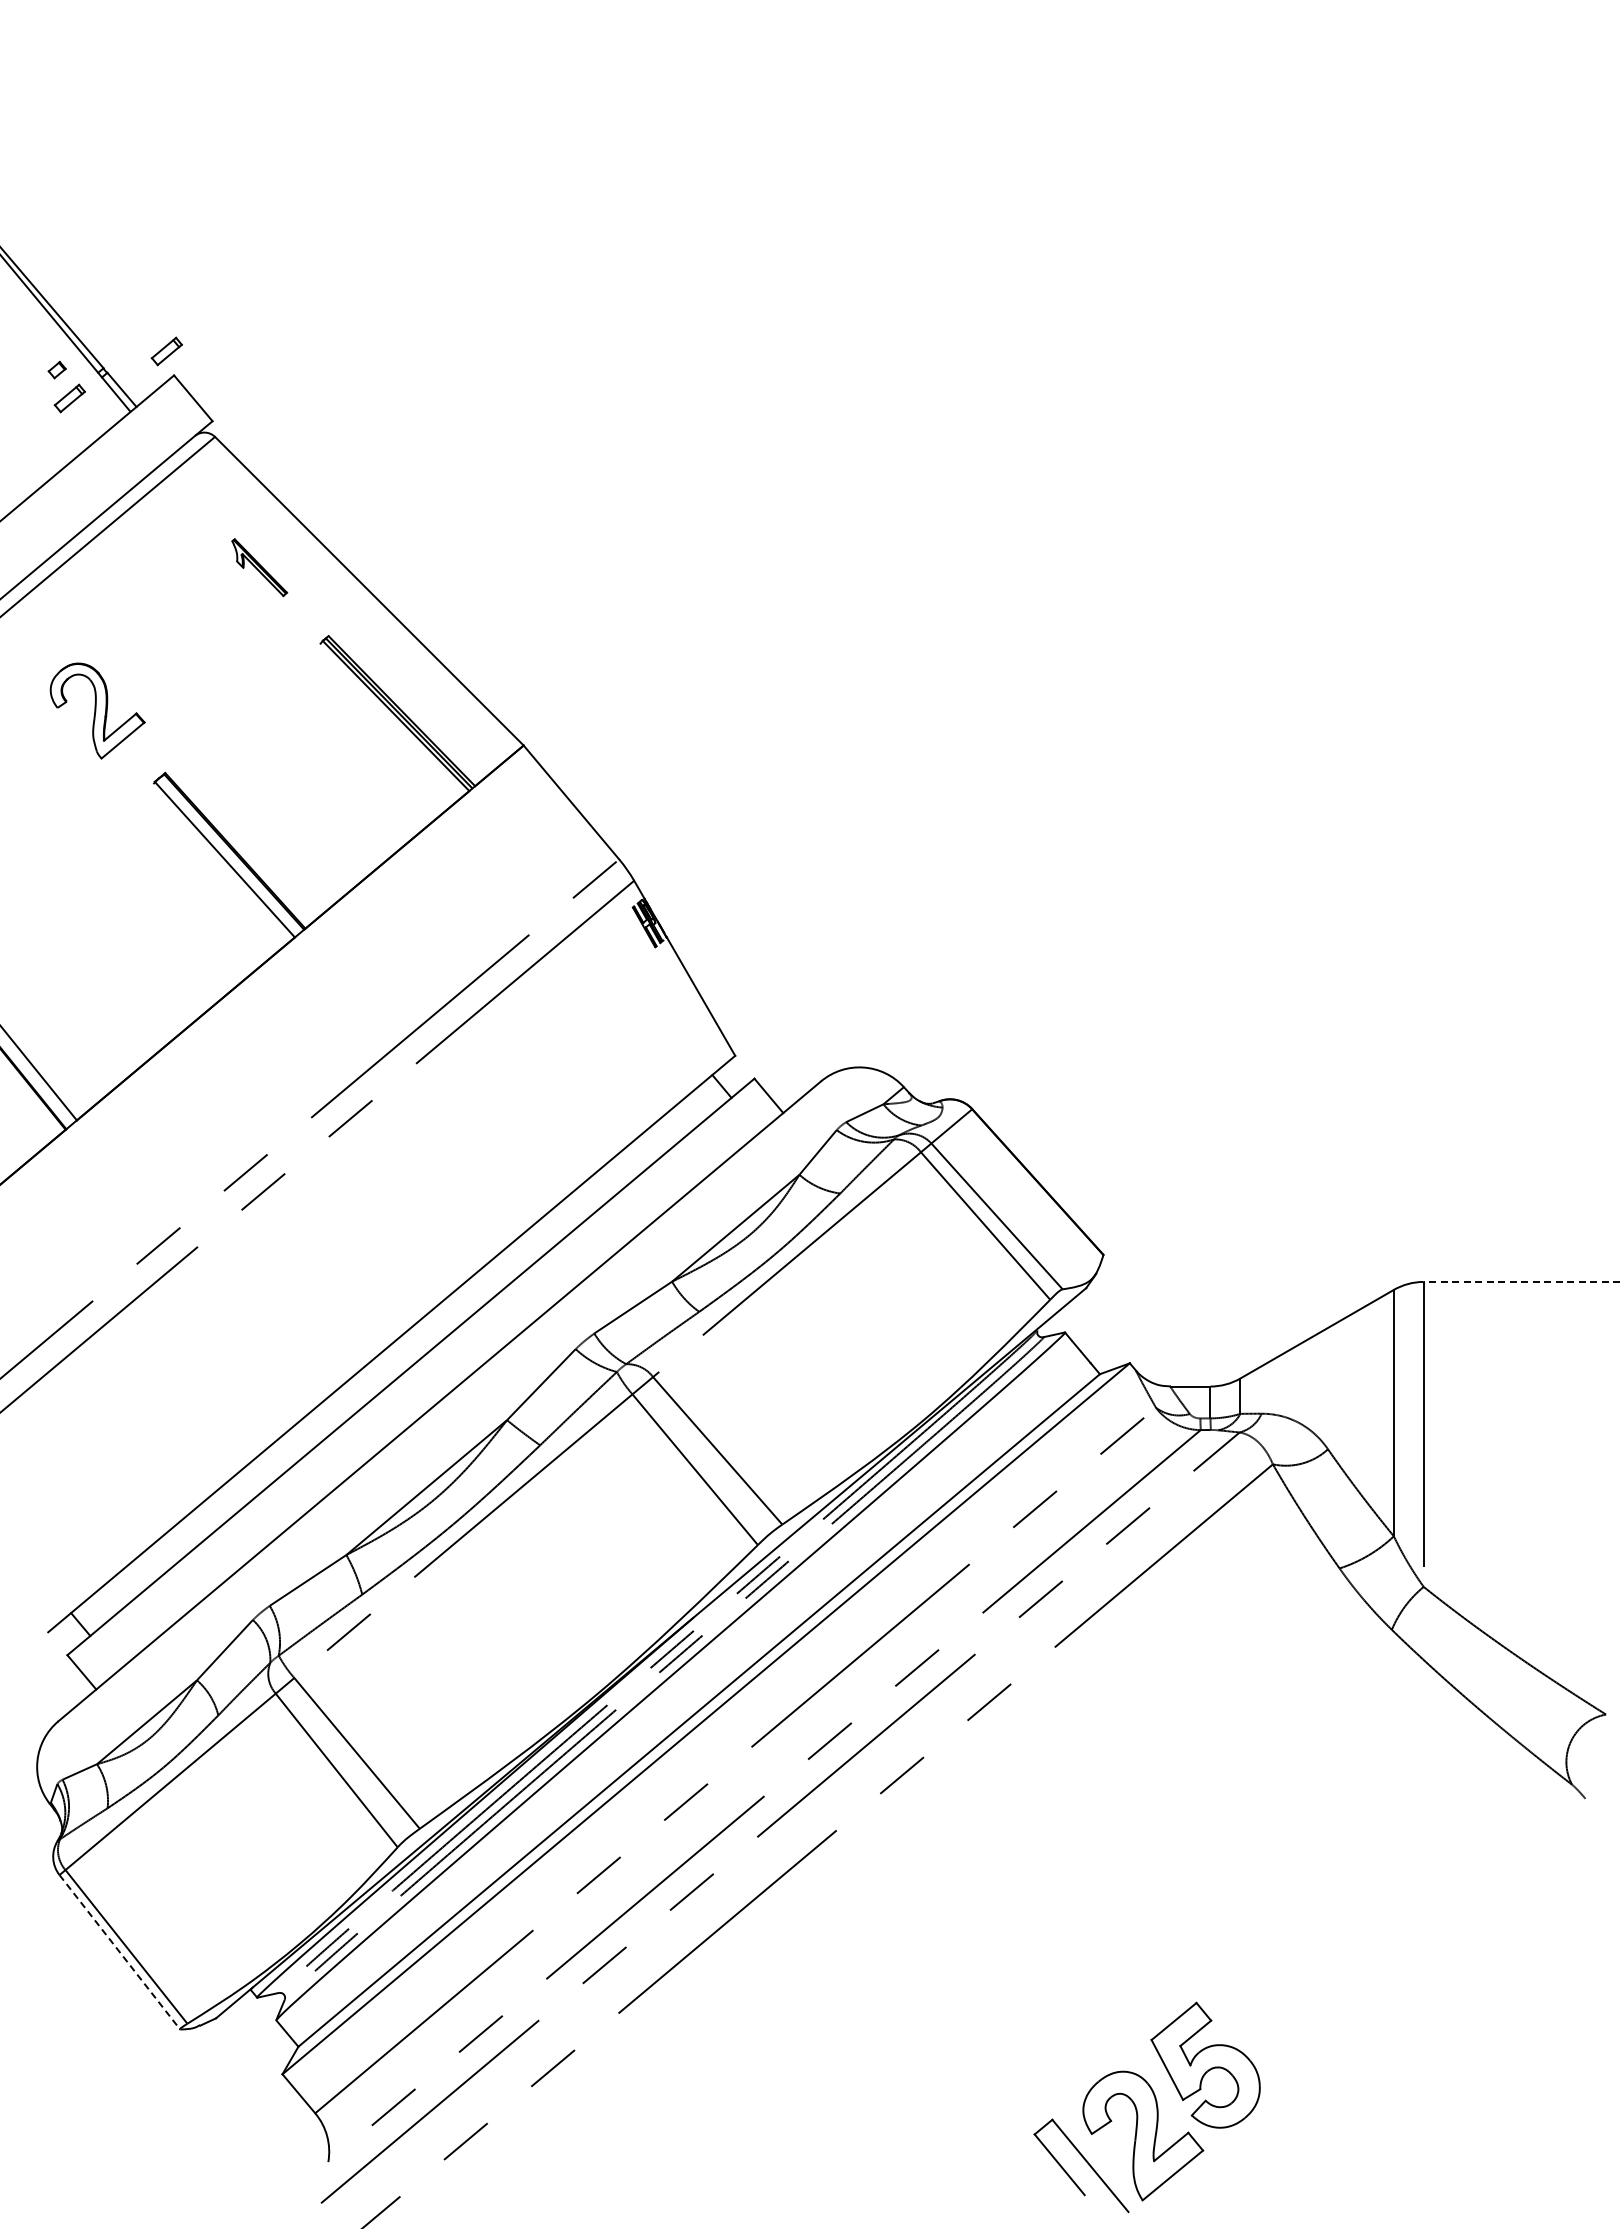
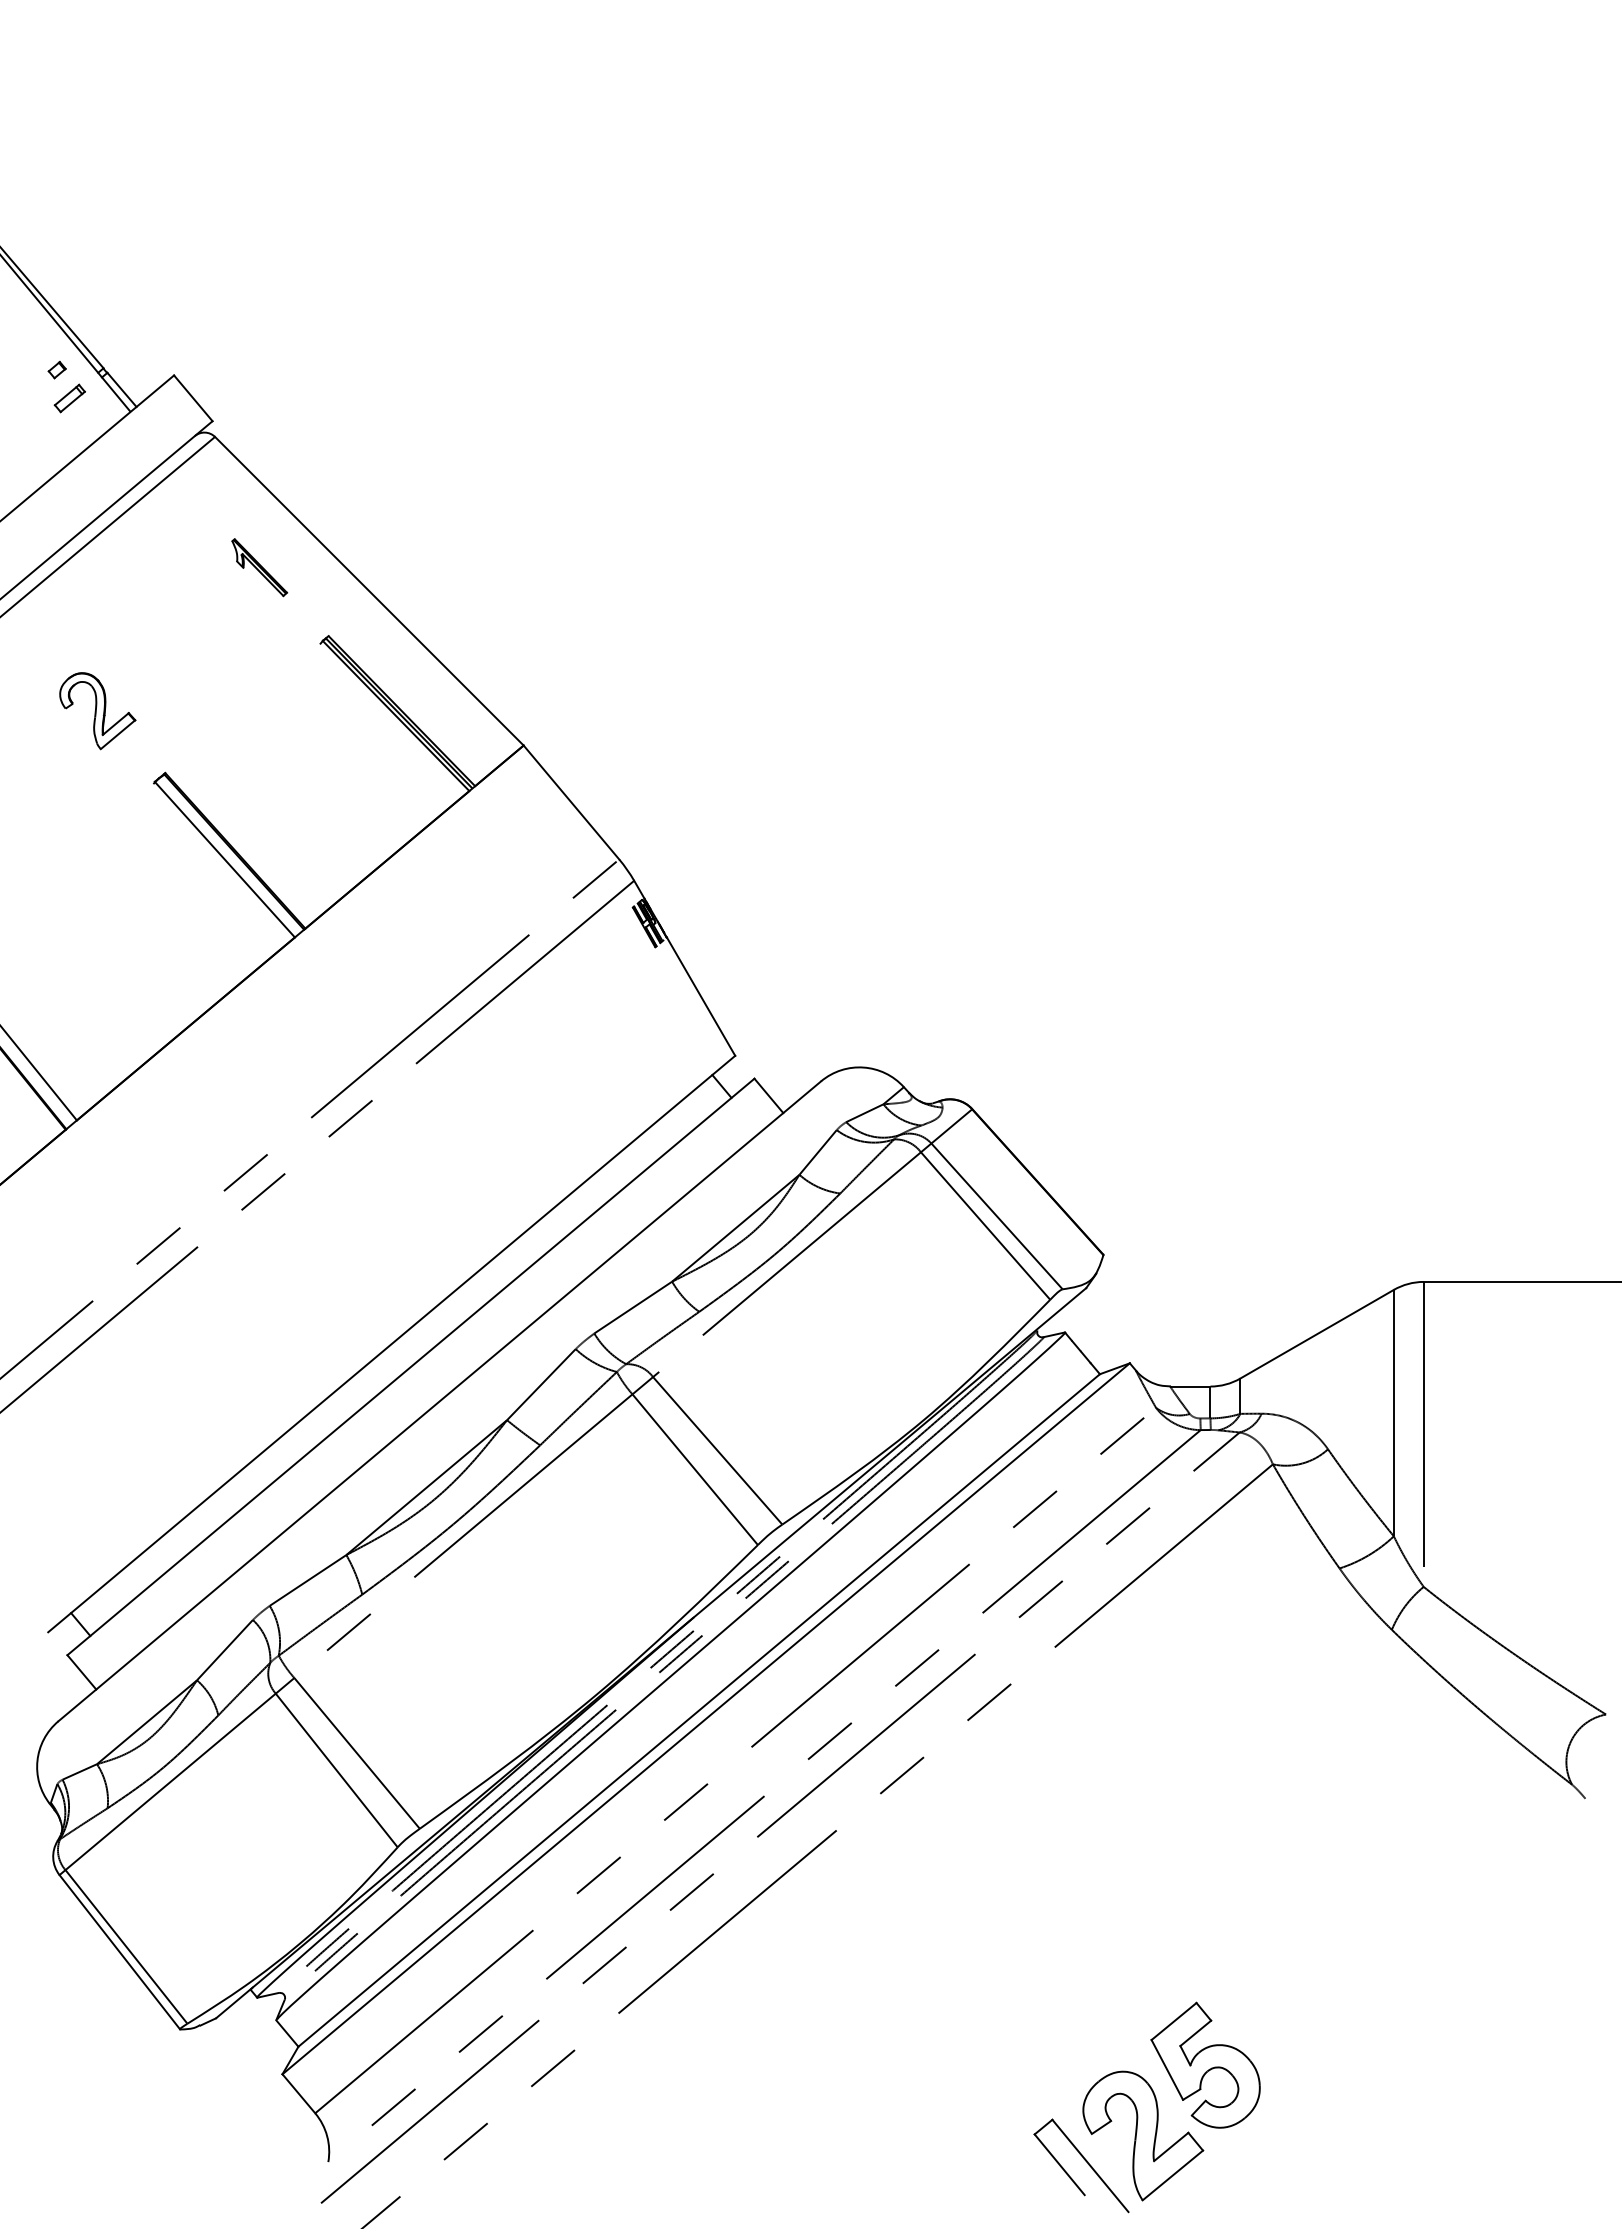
part at (166, 351): present -> none
part at (97, 710) size: 97x98 px -> 78x79 px
line at (1522, 1281): dashed -> solid
line at (119, 1952): dashed -> solid
